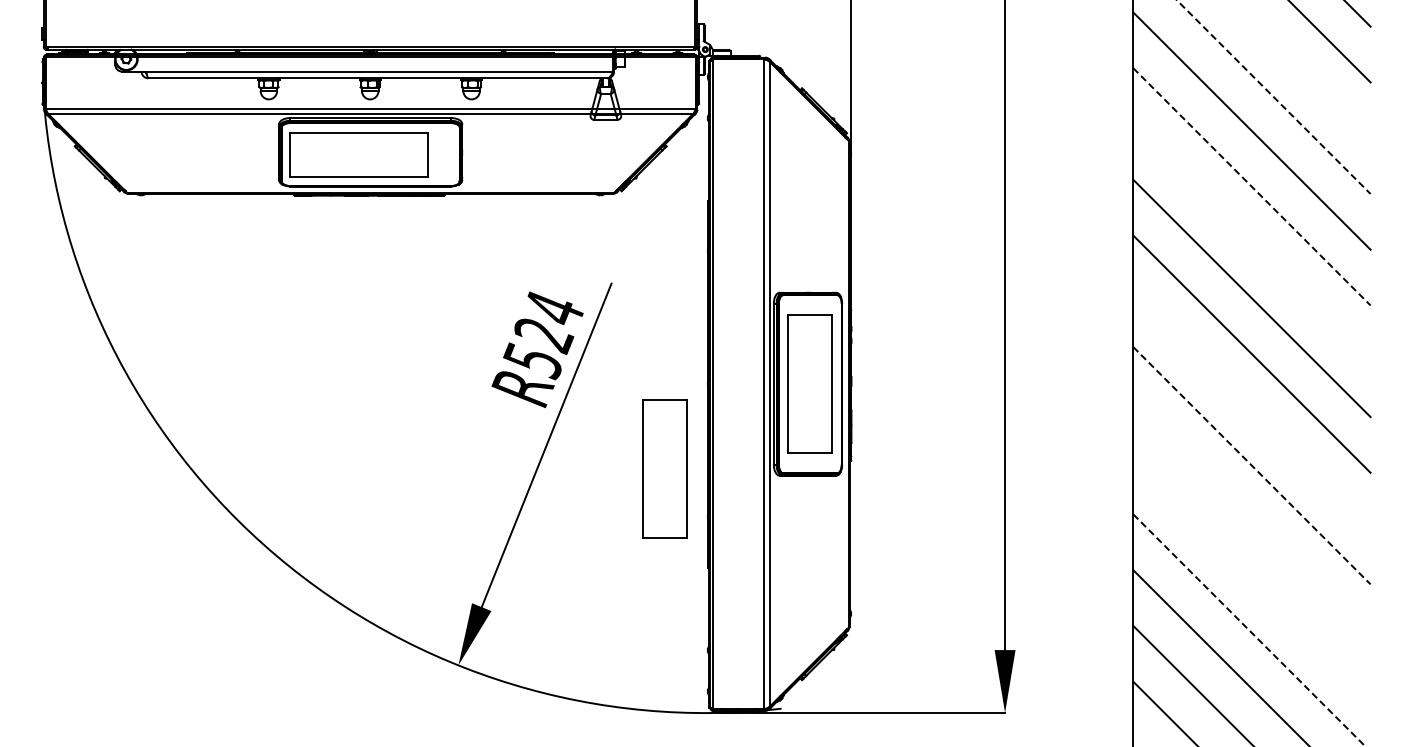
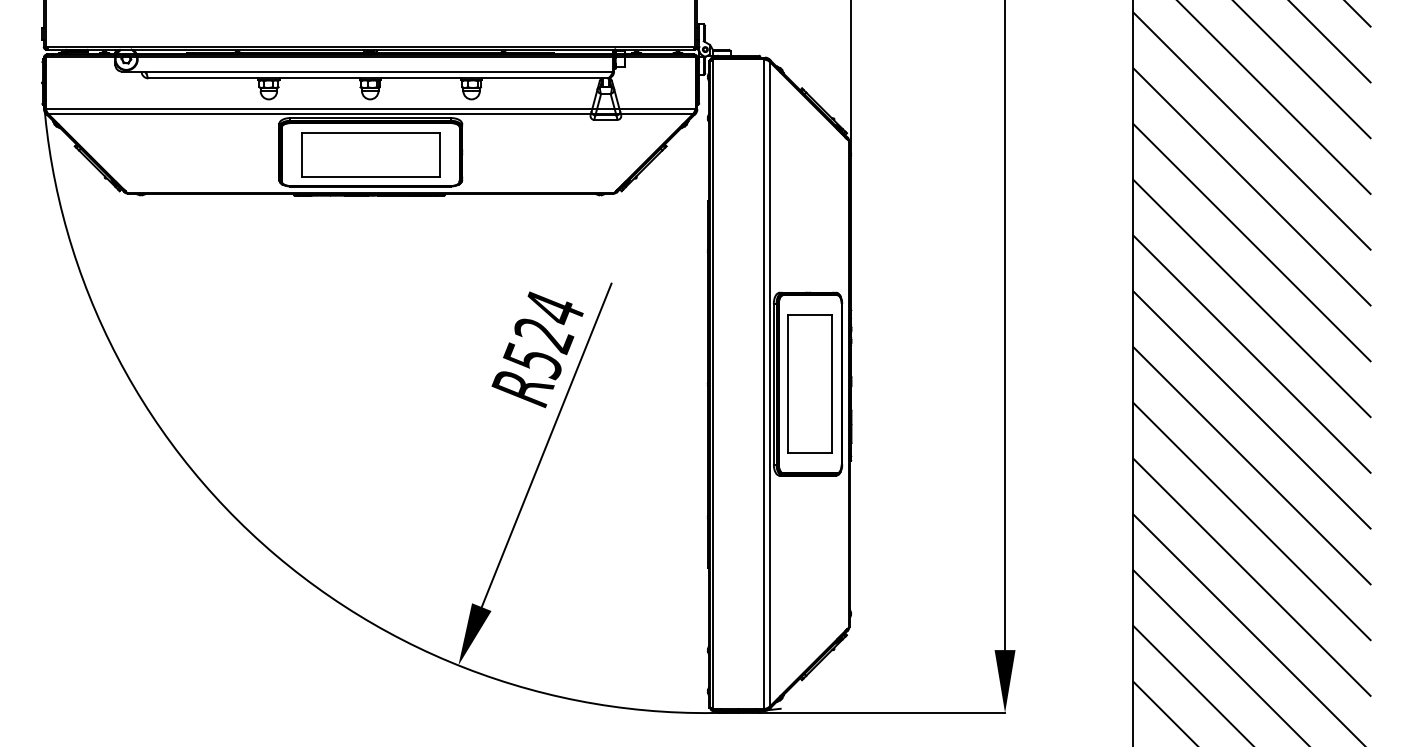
line at (1302, 70): none -> present
line at (1273, 97): dashed -> solid
part at (358, 154) position: (358, 154) -> (370, 154)
line at (1251, 186): dashed -> solid
line at (1251, 242): none -> present
line at (1251, 409): none -> present
line at (1251, 465): dashed -> solid
part at (664, 468): present -> none
line at (1251, 521): none -> present
line at (1251, 576): none -> present
line at (1249, 630): dashed -> solid
